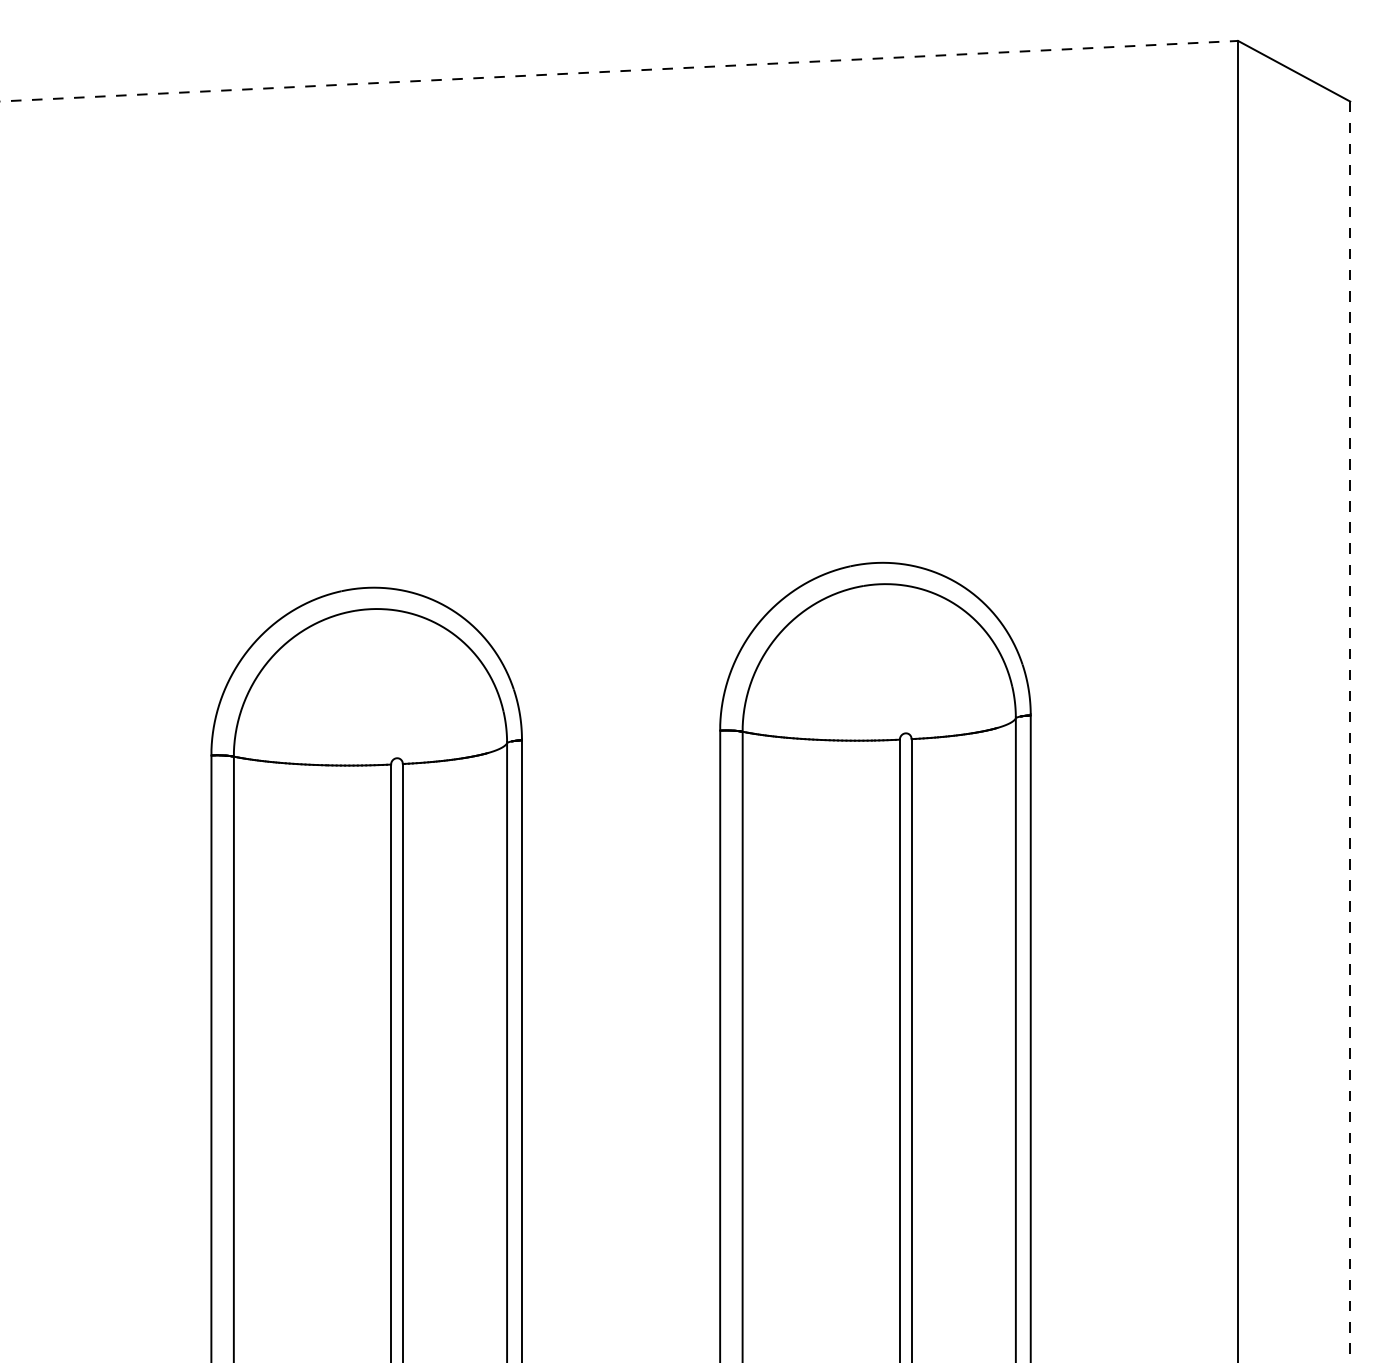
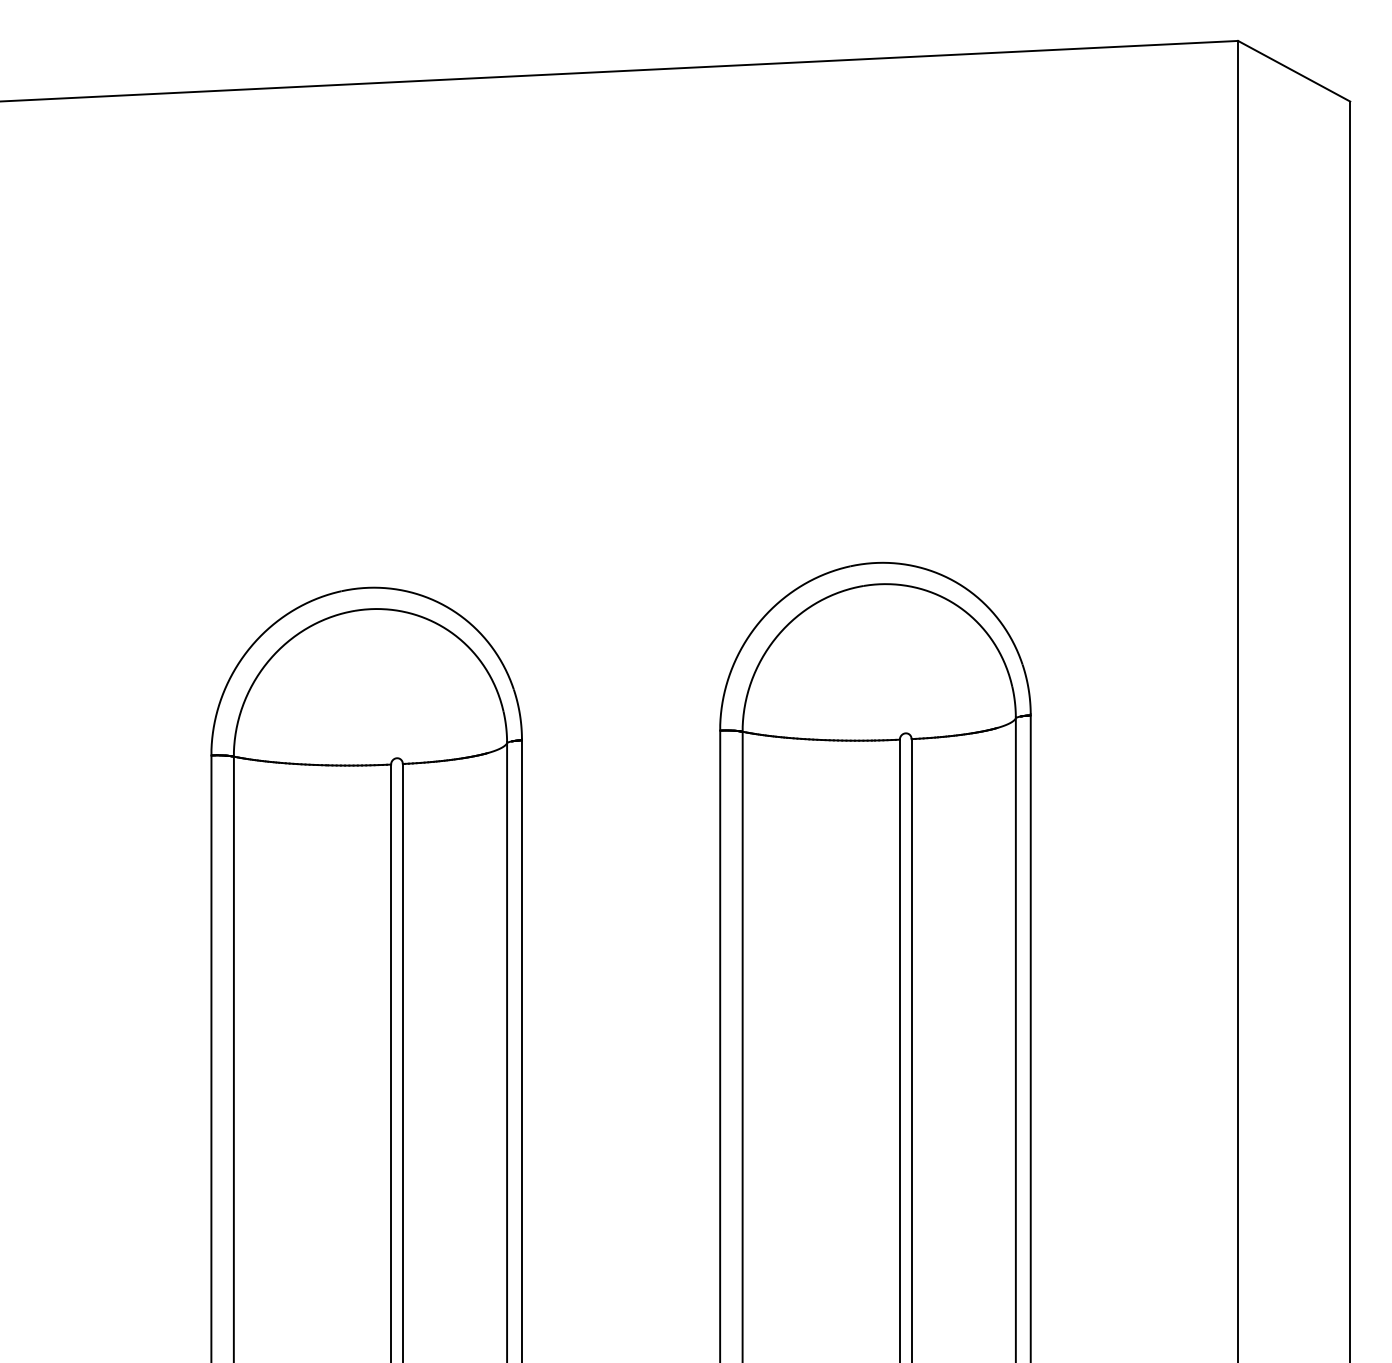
line at (619, 71): dashed -> solid
line at (1350, 731): dashed -> solid
